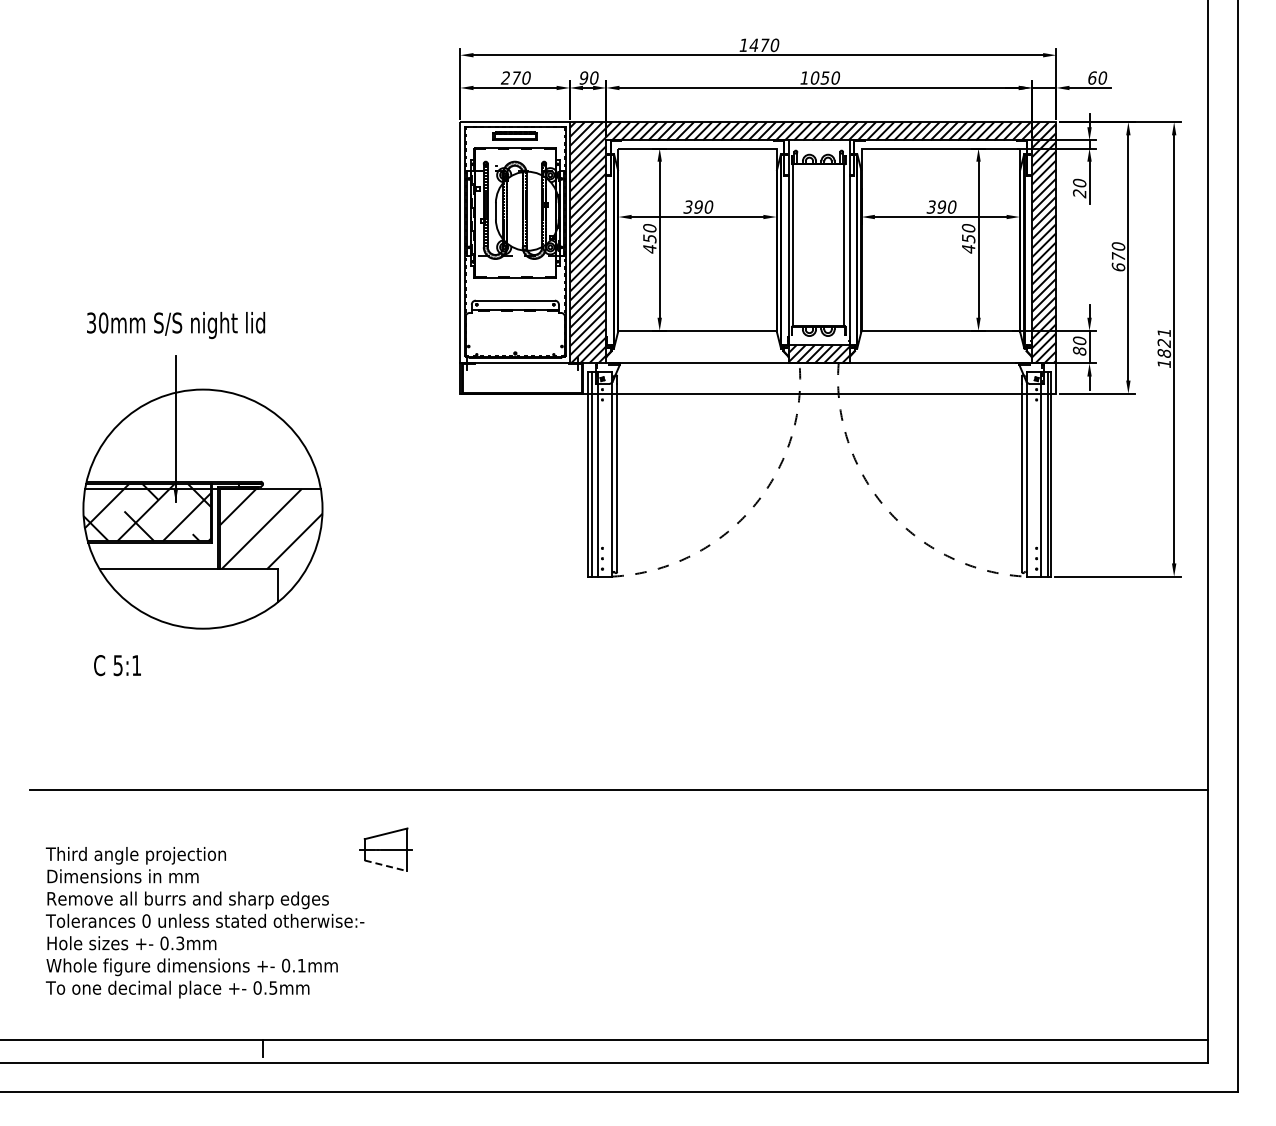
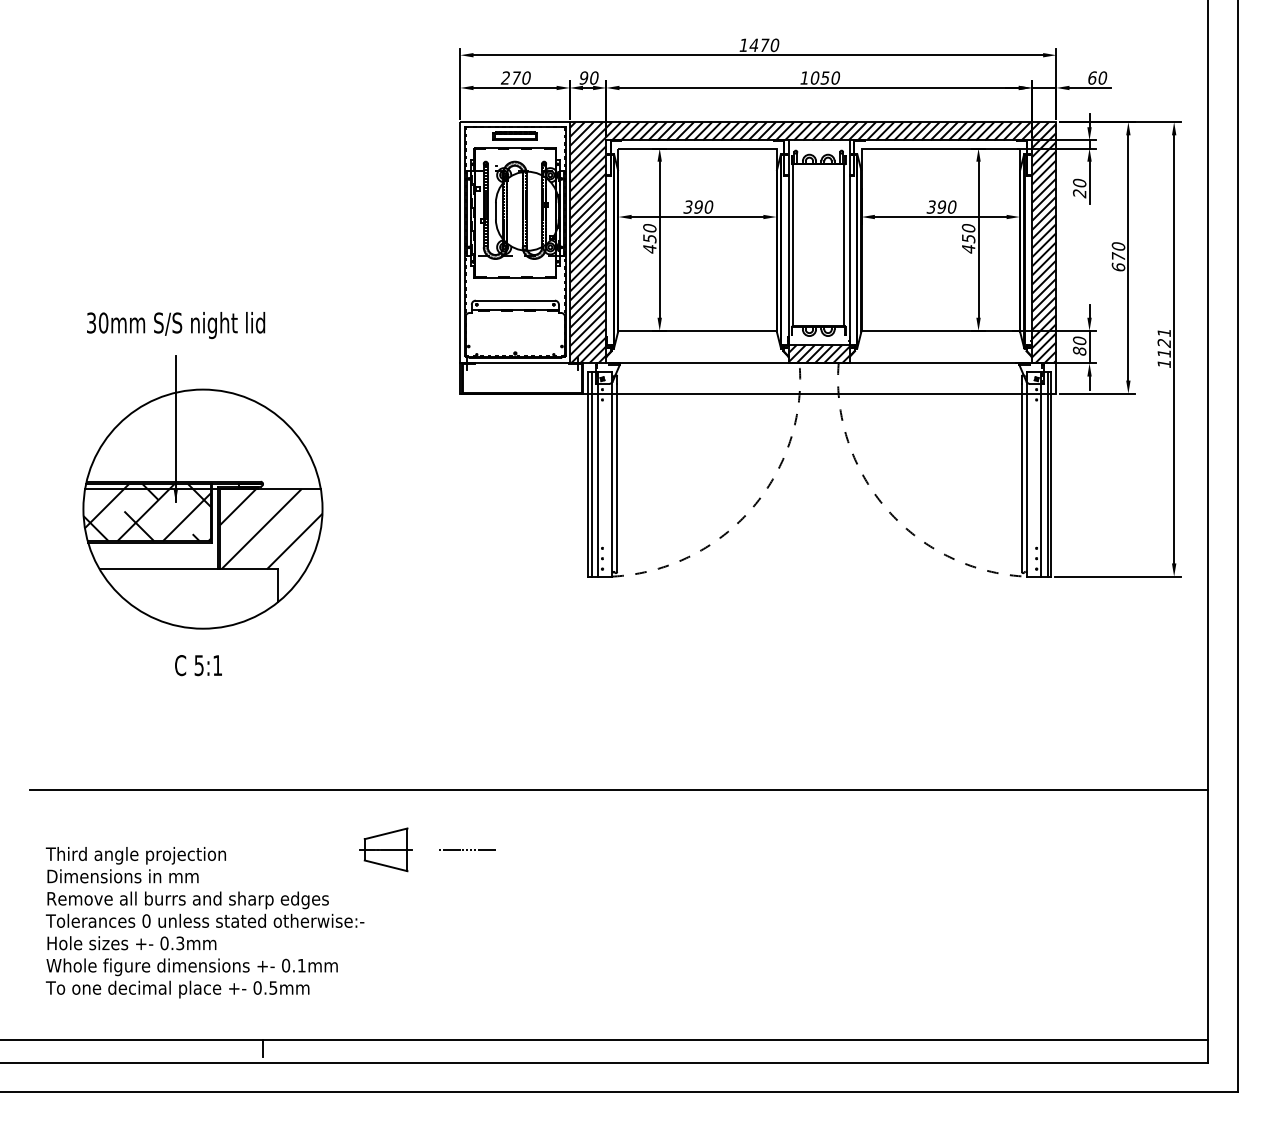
text at (1164, 353): 1821 -> 1121
text at (117, 665) position: (117, 665) -> (198, 665)
line at (466, 849): none -> present
line at (386, 865): dashed -> solid
